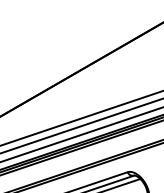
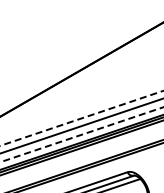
line at (82, 118): solid -> dashed
line at (81, 134): solid -> dashed
